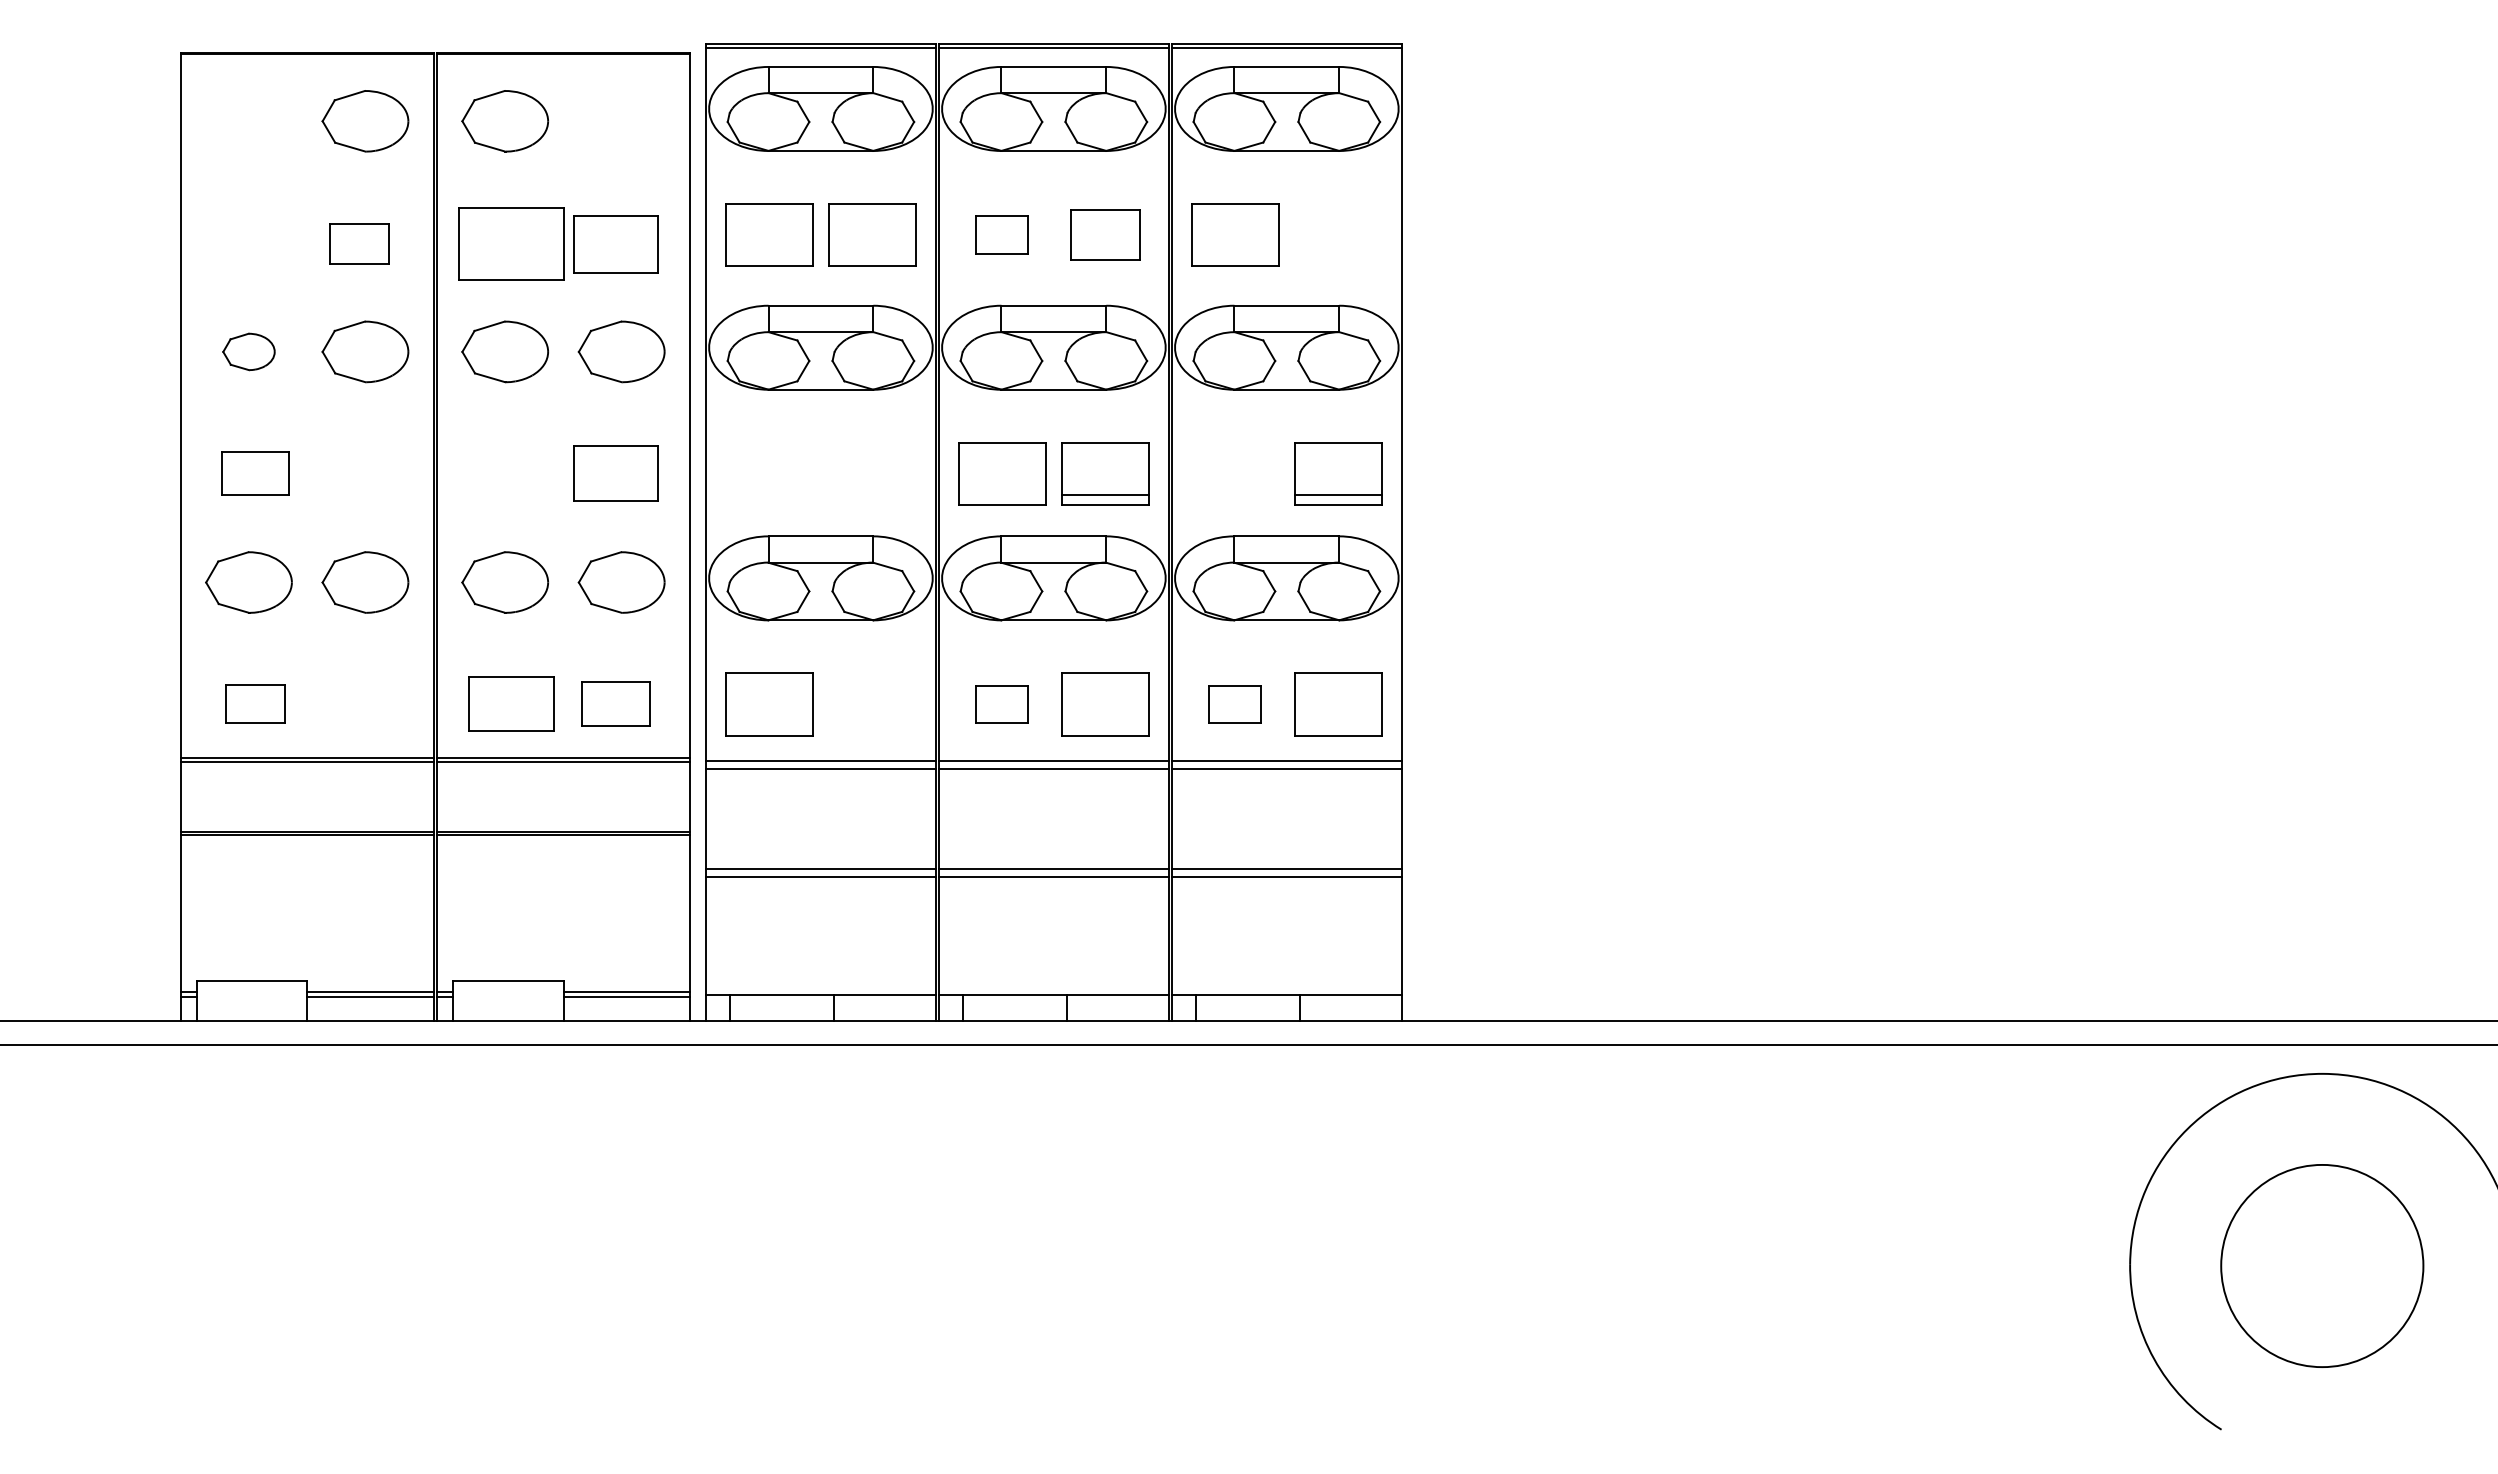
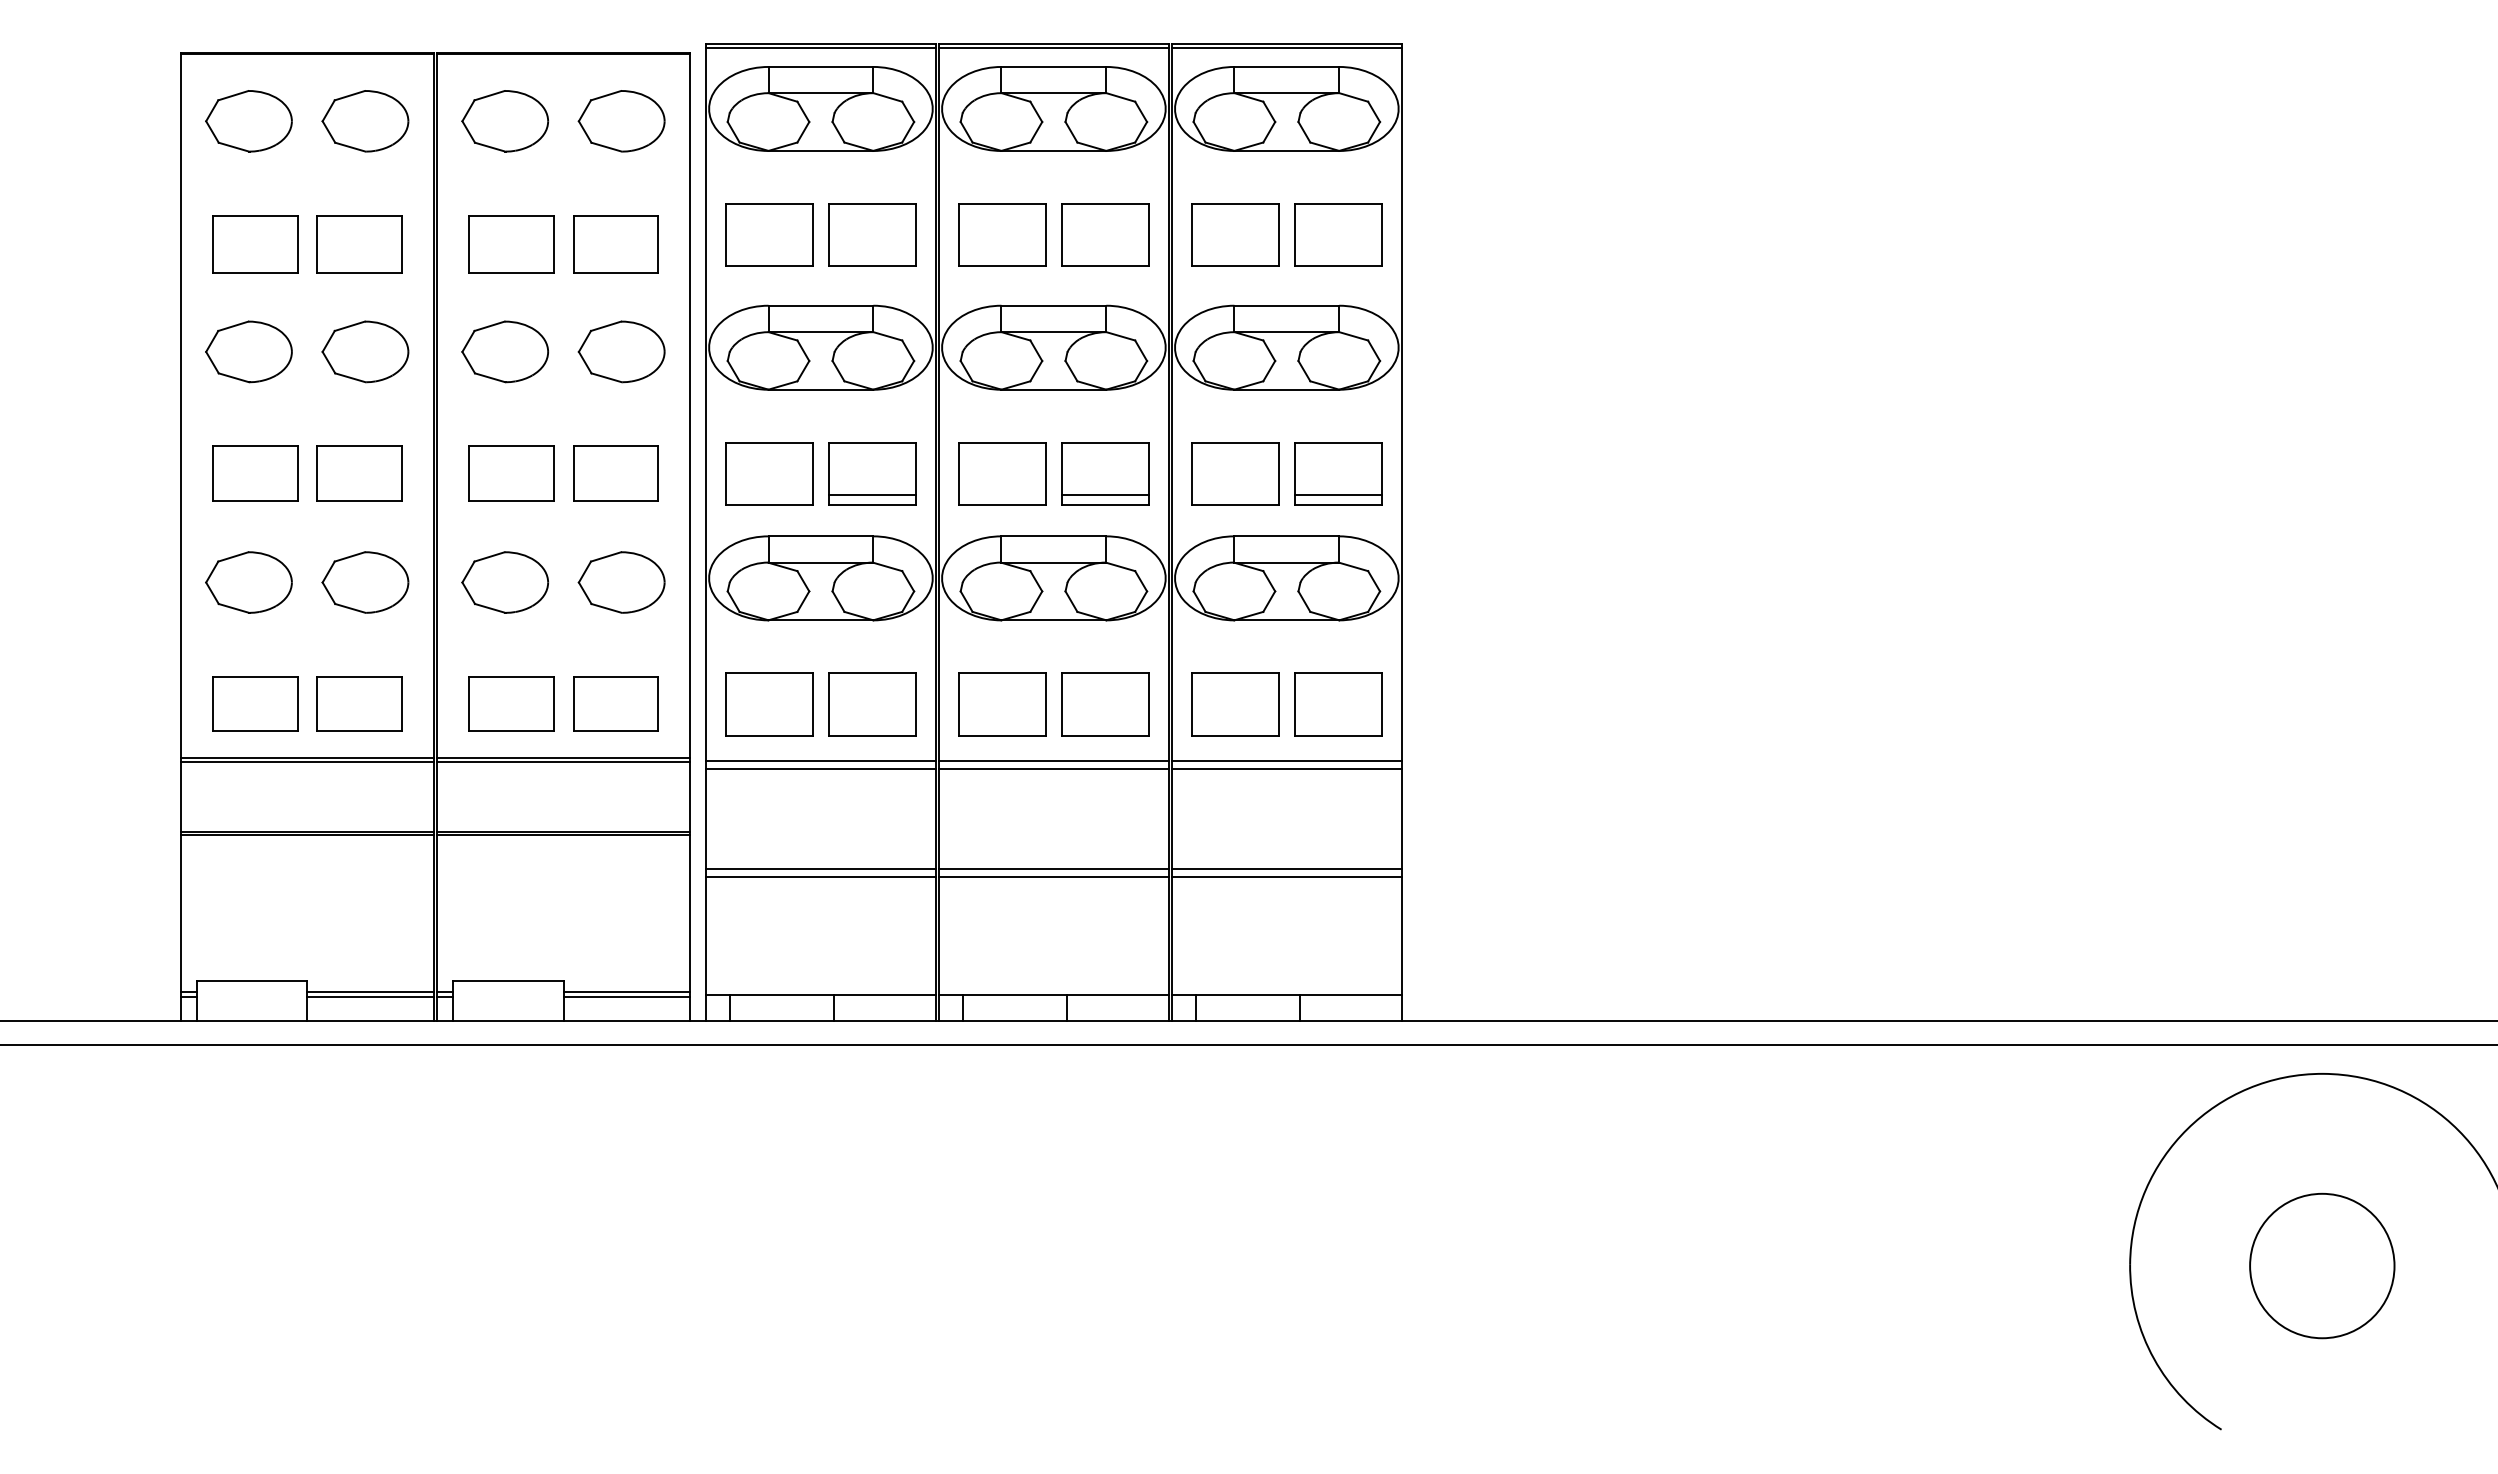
part at (248, 121): none -> present
part at (621, 121): none -> present
part at (1001, 234) size: 54x40 px -> 89x64 px
part at (1105, 234) size: 71x52 px -> 89x64 px
part at (1338, 234): none -> present
part at (359, 243) size: 61x42 px -> 87x59 px
part at (511, 243) size: 107x74 px -> 87x59 px
part at (255, 244): none -> present
part at (248, 351) size: 54x40 px -> 88x64 px
part at (255, 473) size: 69x45 px -> 87x57 px
part at (359, 473): none -> present
part at (511, 473): none -> present
part at (769, 473): none -> present
part at (872, 473): none -> present
part at (1235, 473): none -> present
part at (255, 703) size: 61x40 px -> 87x56 px
part at (359, 703): none -> present
part at (615, 703) size: 70x46 px -> 86x56 px
part at (872, 704): none -> present
part at (1001, 704) size: 54x39 px -> 89x65 px
part at (1234, 704) size: 54x39 px -> 89x65 px
circle at (2322, 1265) diameter: 202 px -> 144 px
